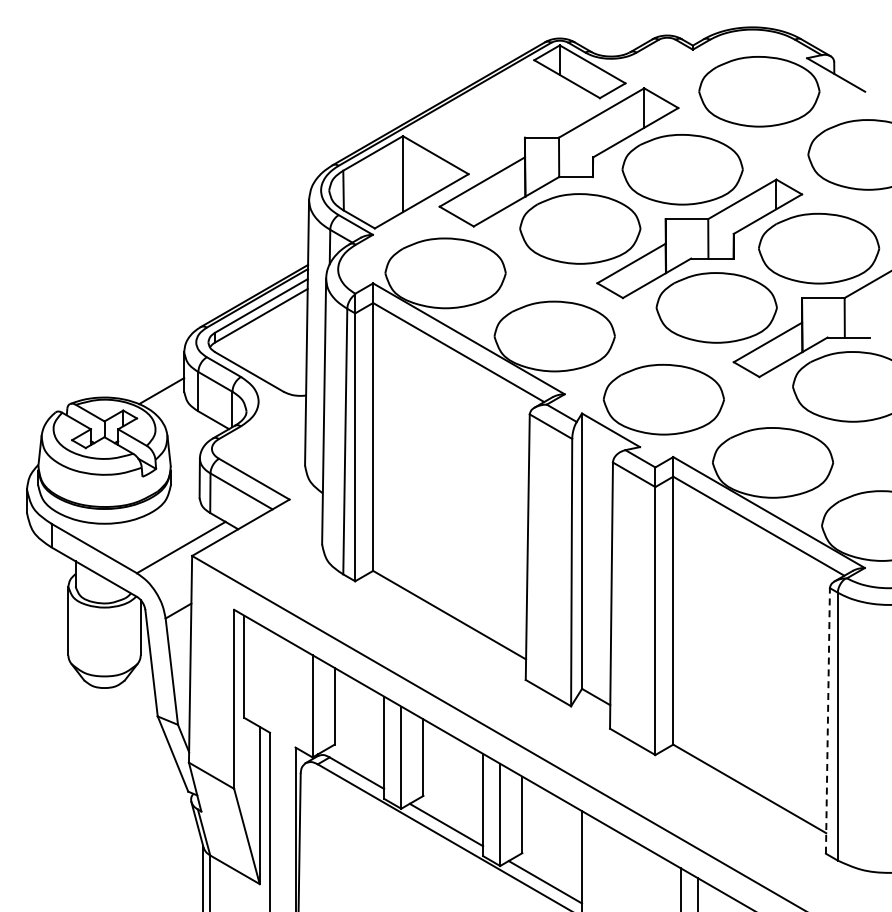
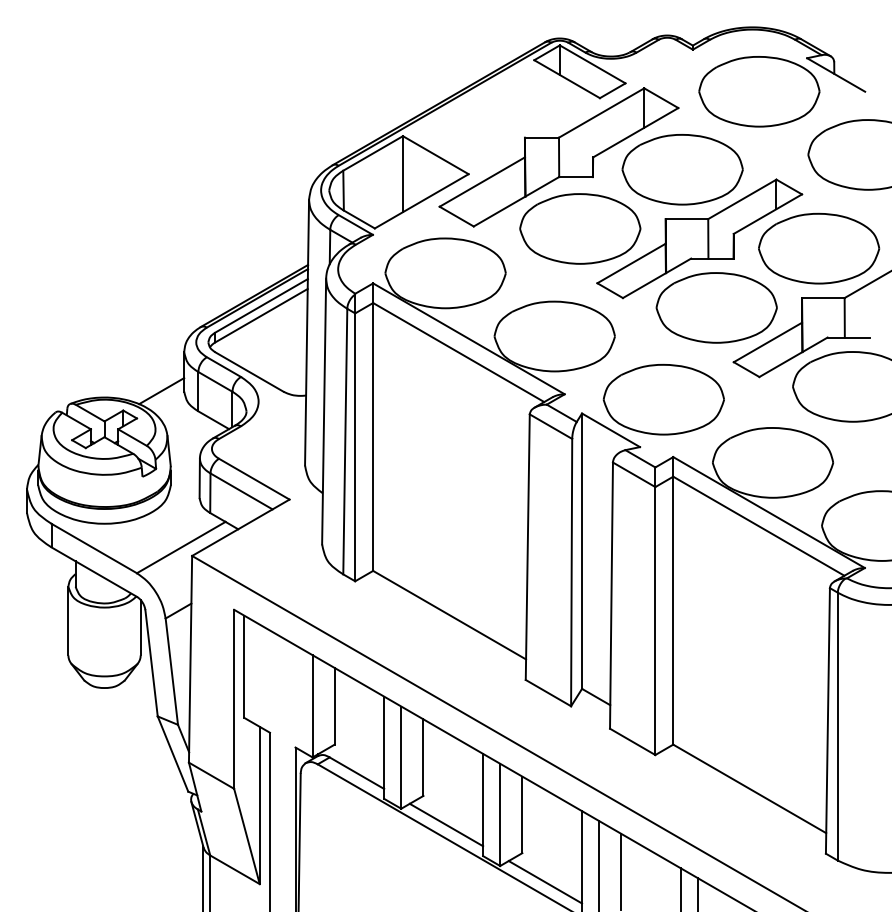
line at (827, 720): dashed -> solid
line at (599, 864): none -> present
line at (621, 870): none -> present
